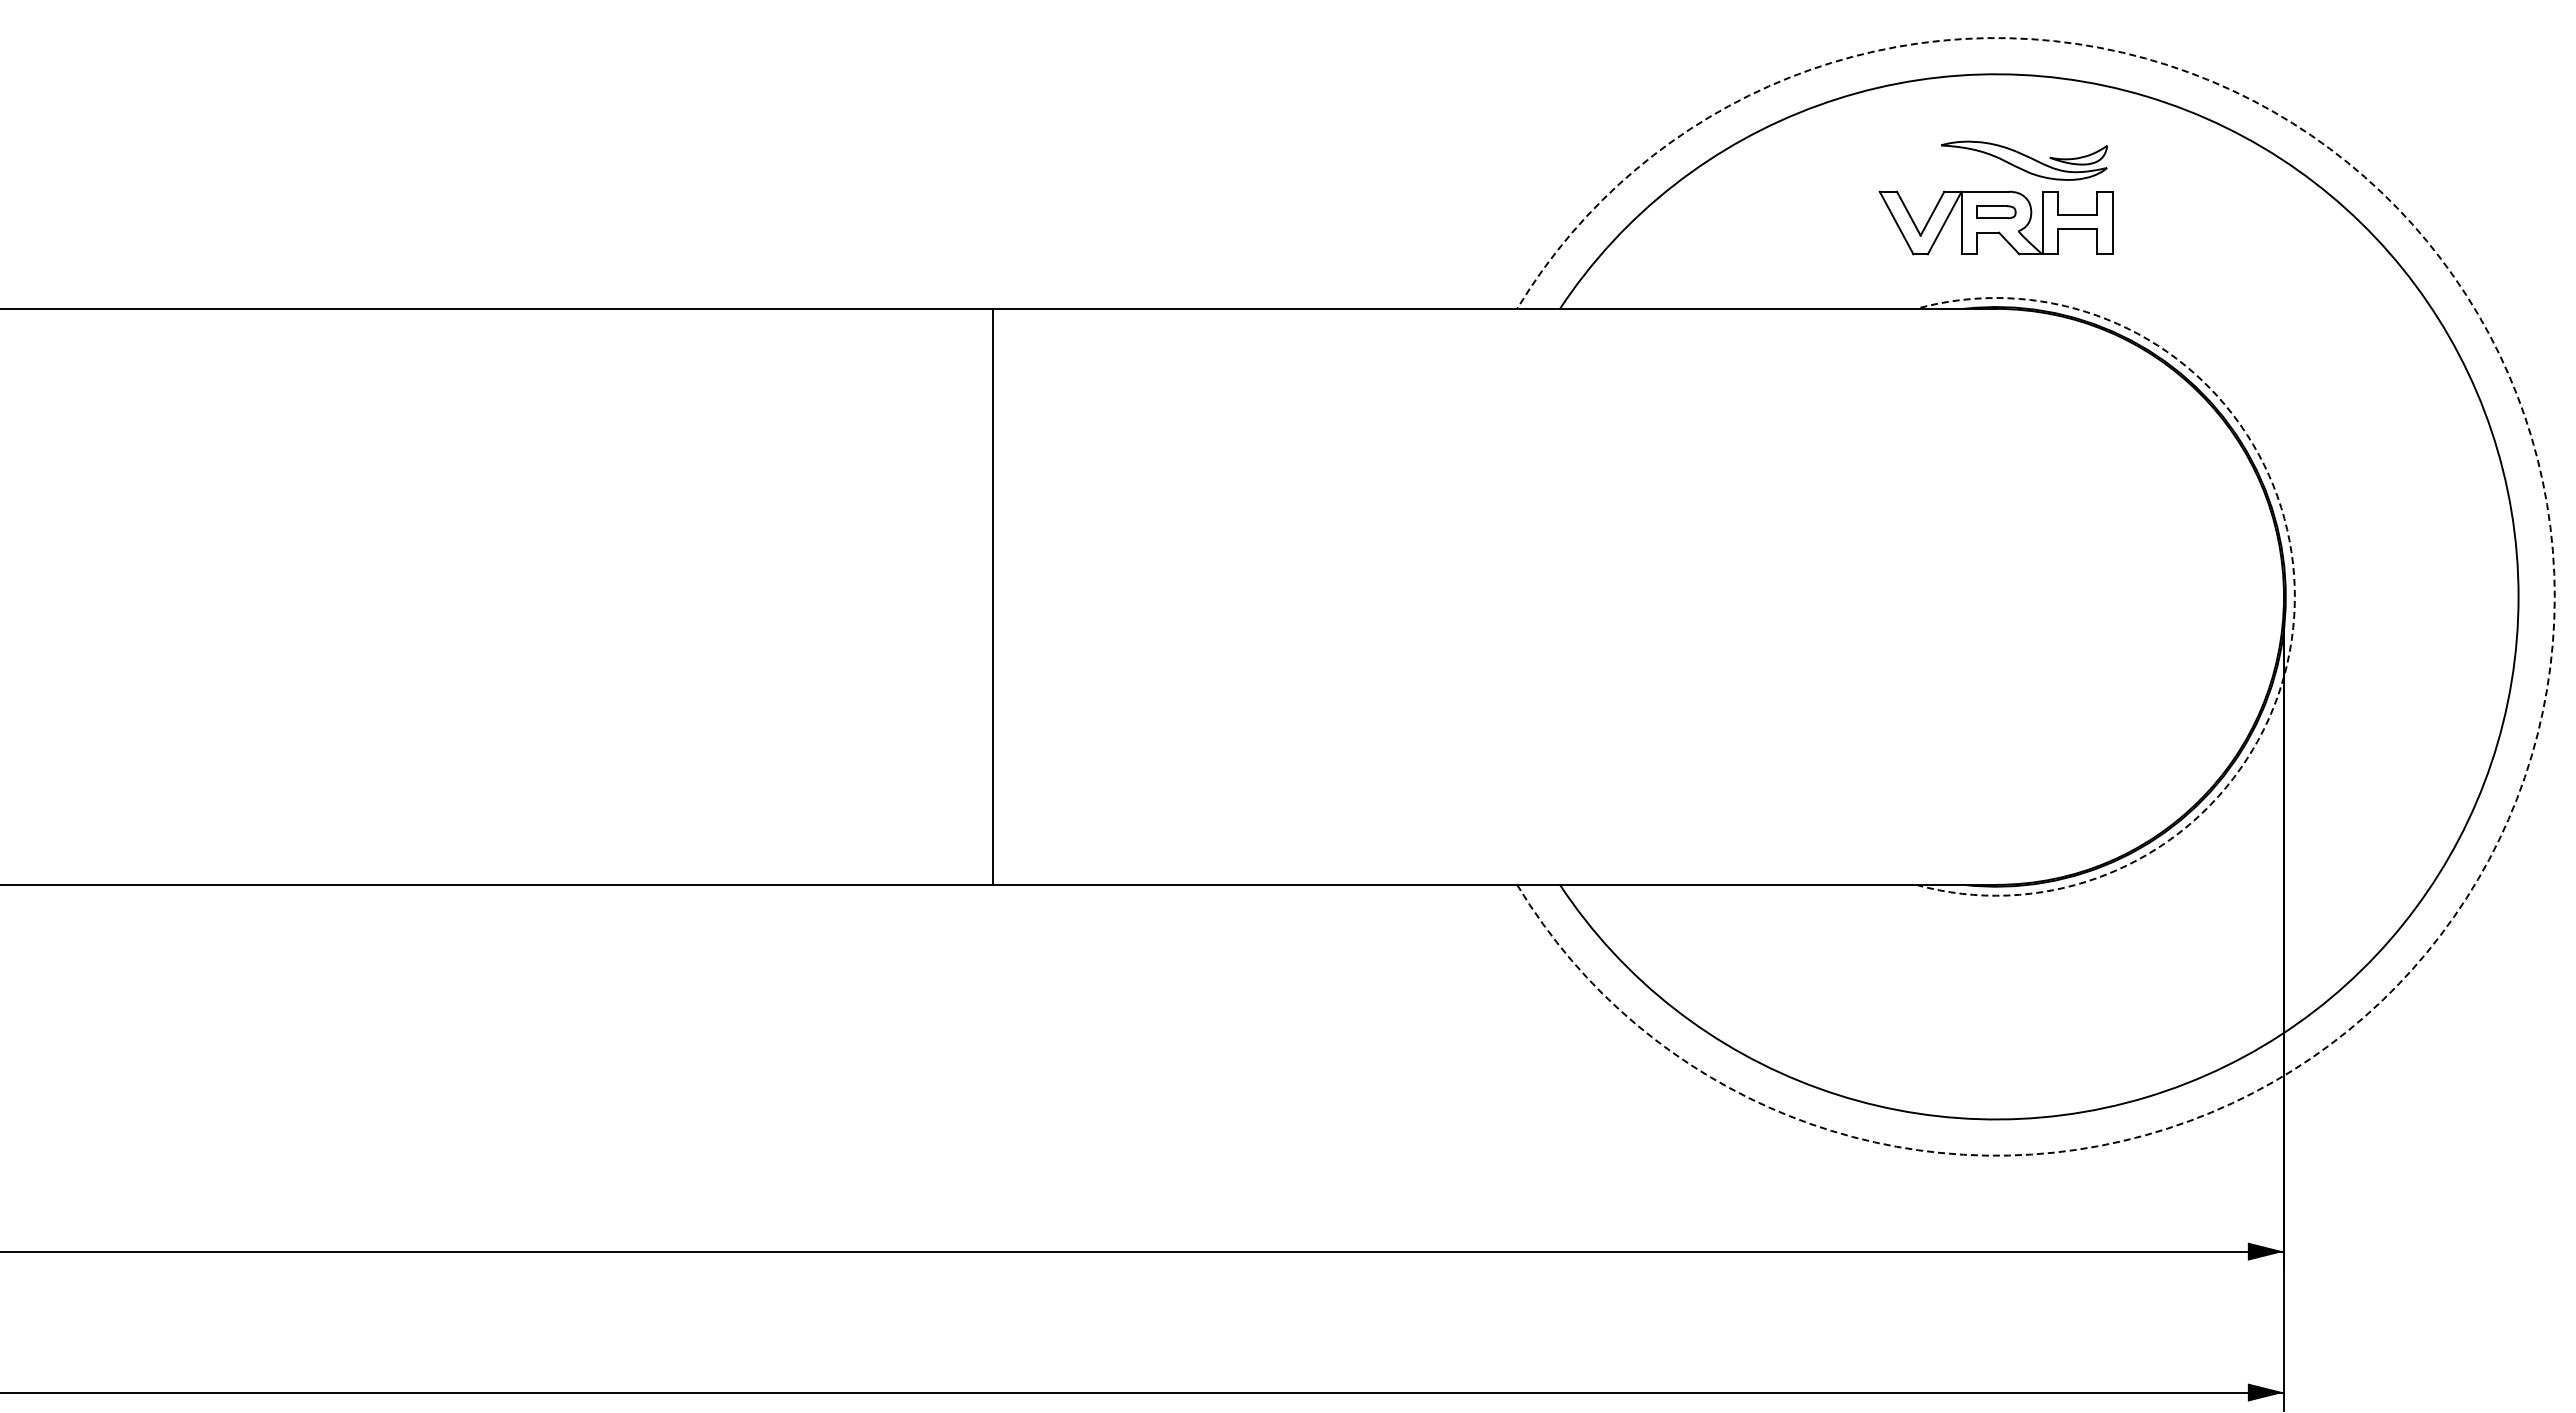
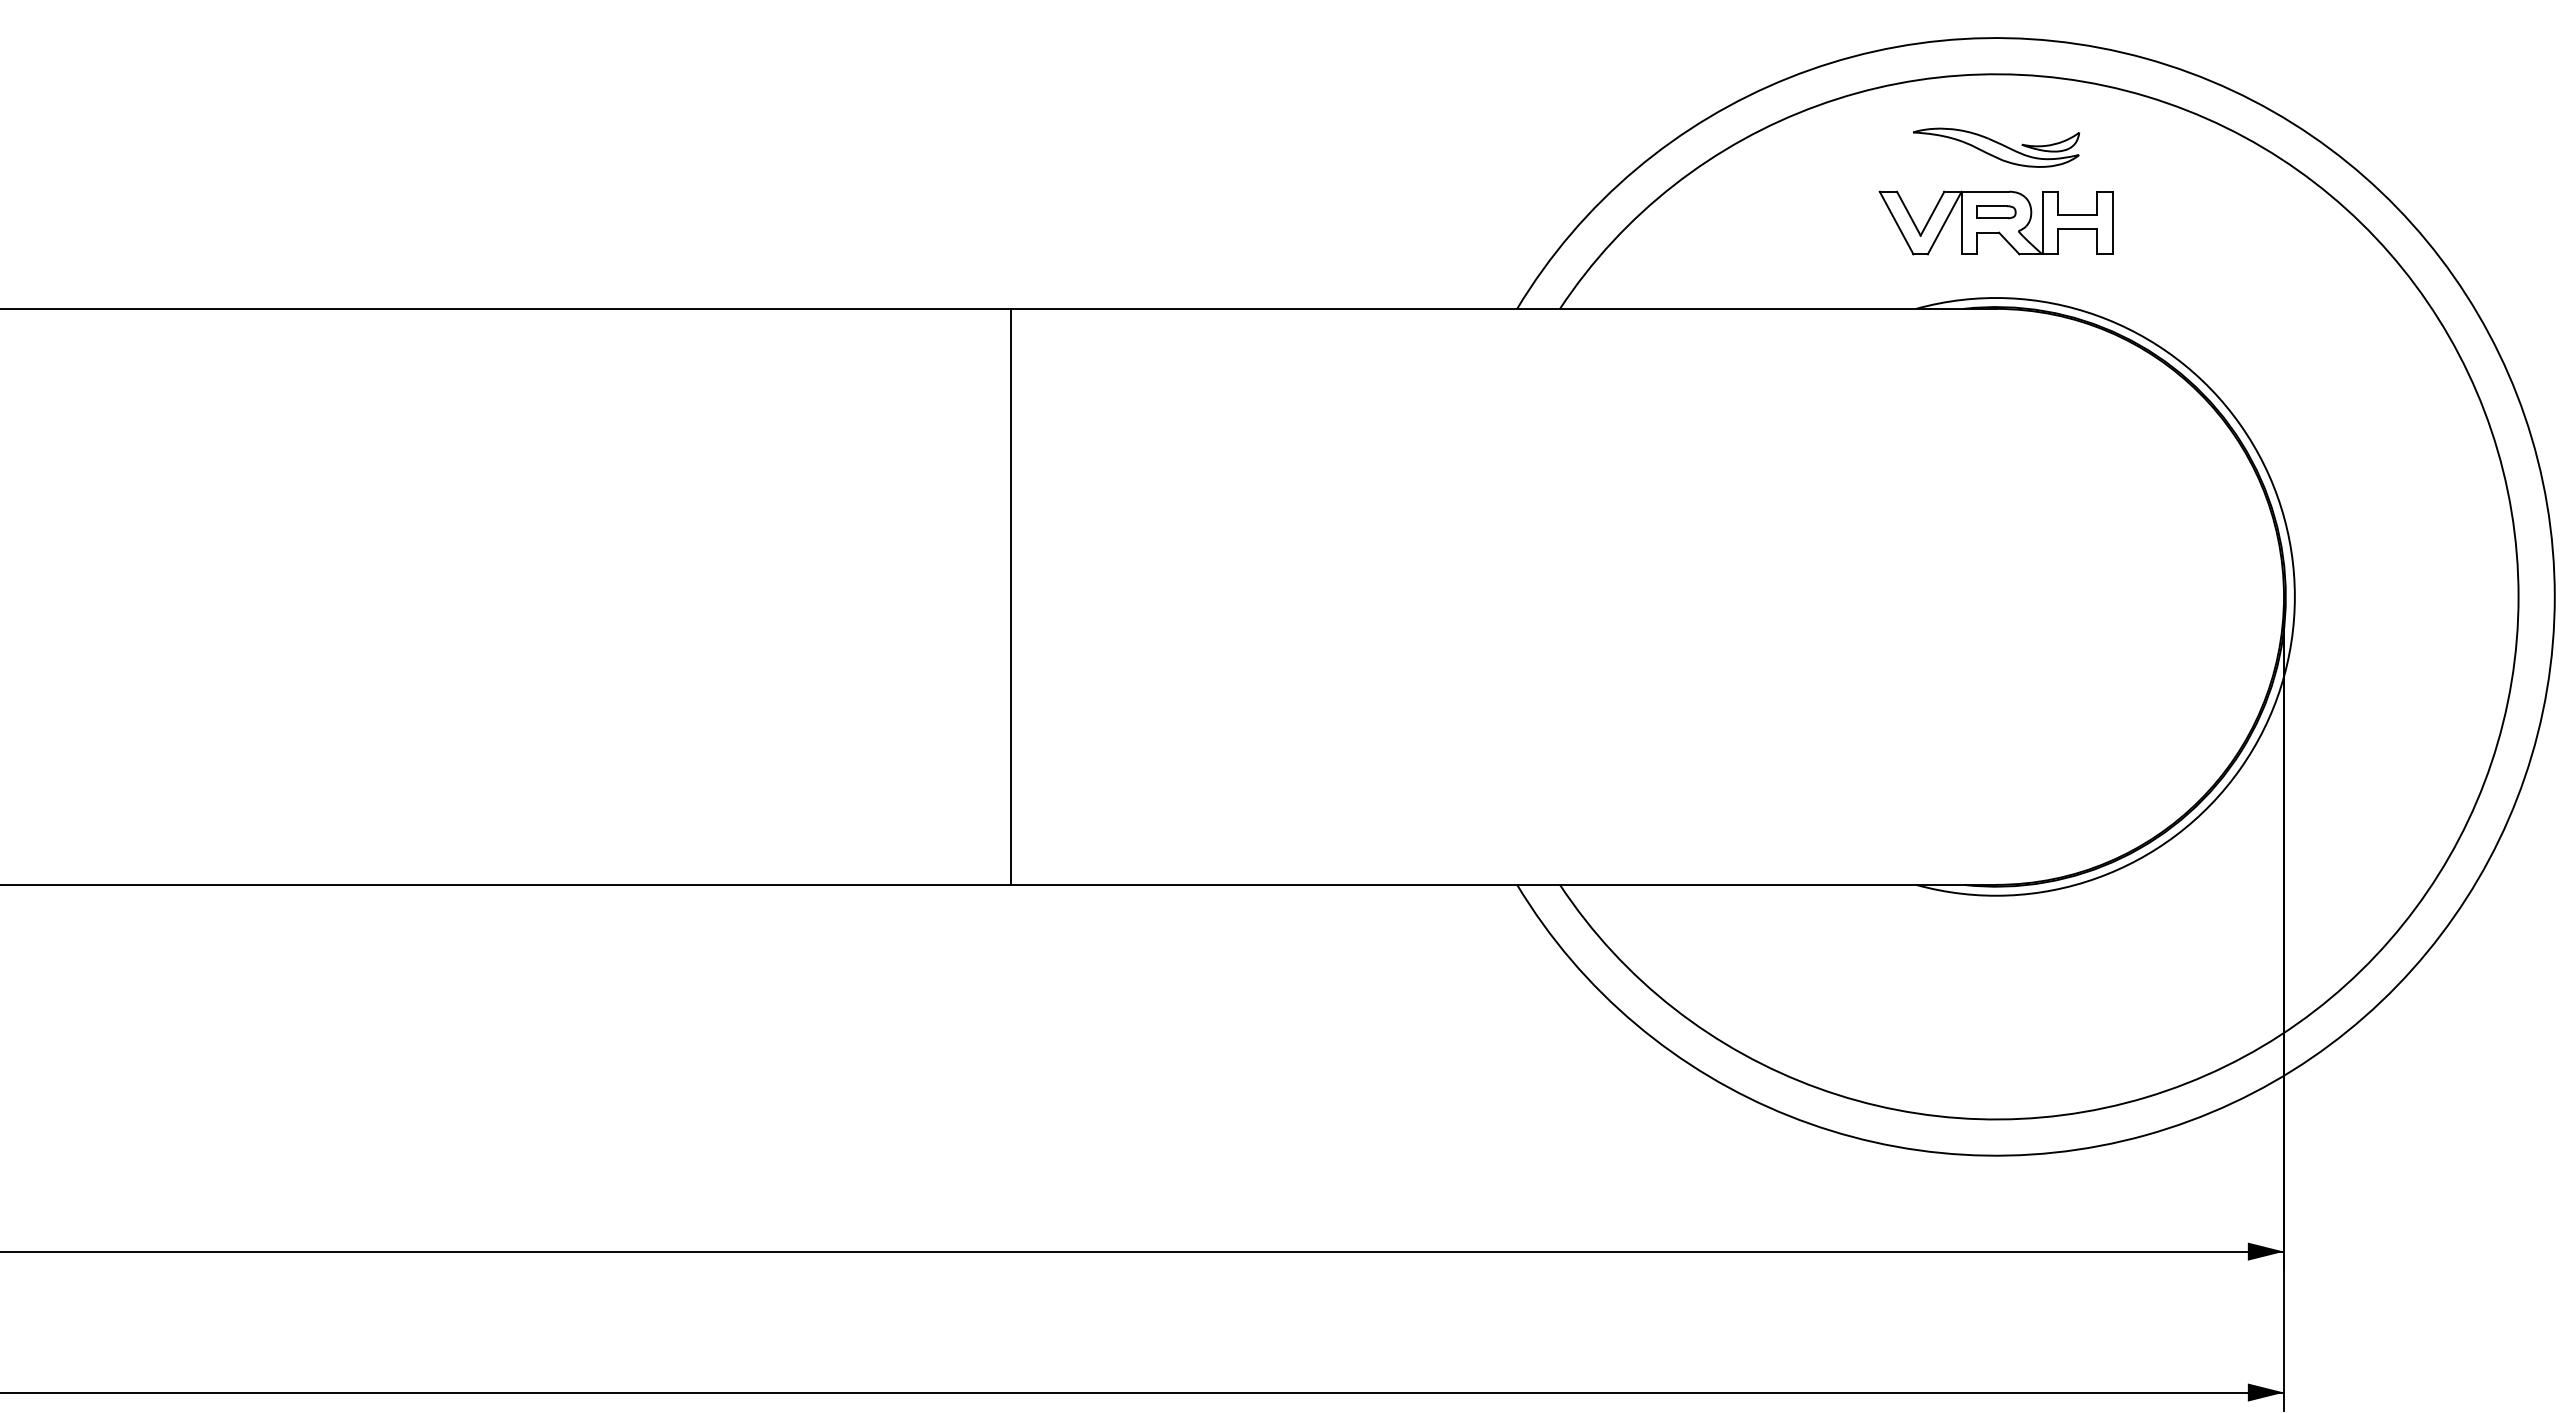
part at (2024, 160) position: (2024, 160) -> (1996, 147)
line at (992, 596) position: (992, 596) -> (1010, 596)
arc at (2294, 596): dashed -> solid
arc at (2554, 596): dashed -> solid
